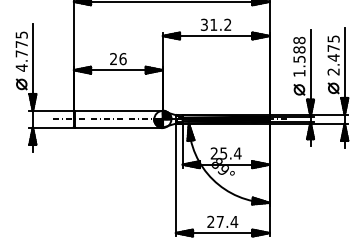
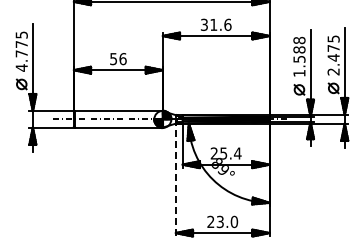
text at (227, 24): 31.2 -> 31.6
text at (113, 59): 26 -> 56
line at (175, 177): solid -> dashed
text at (227, 221): 27.4 -> 23.0
